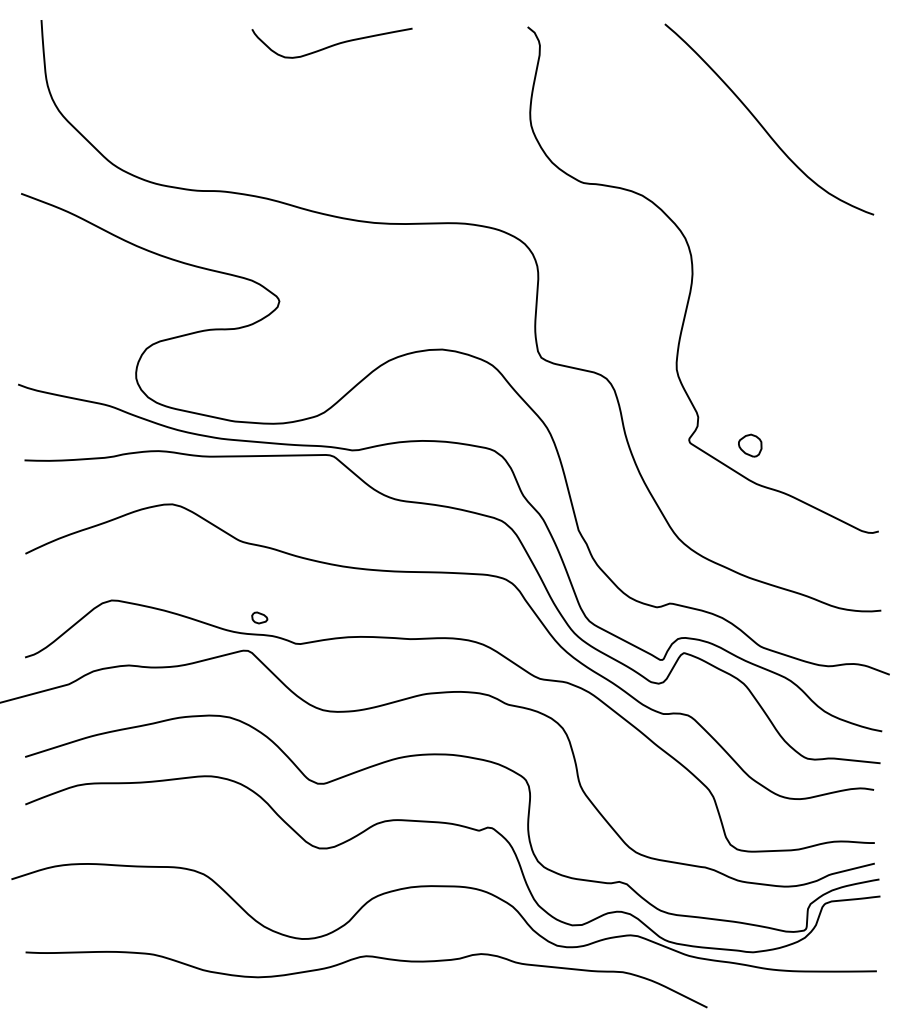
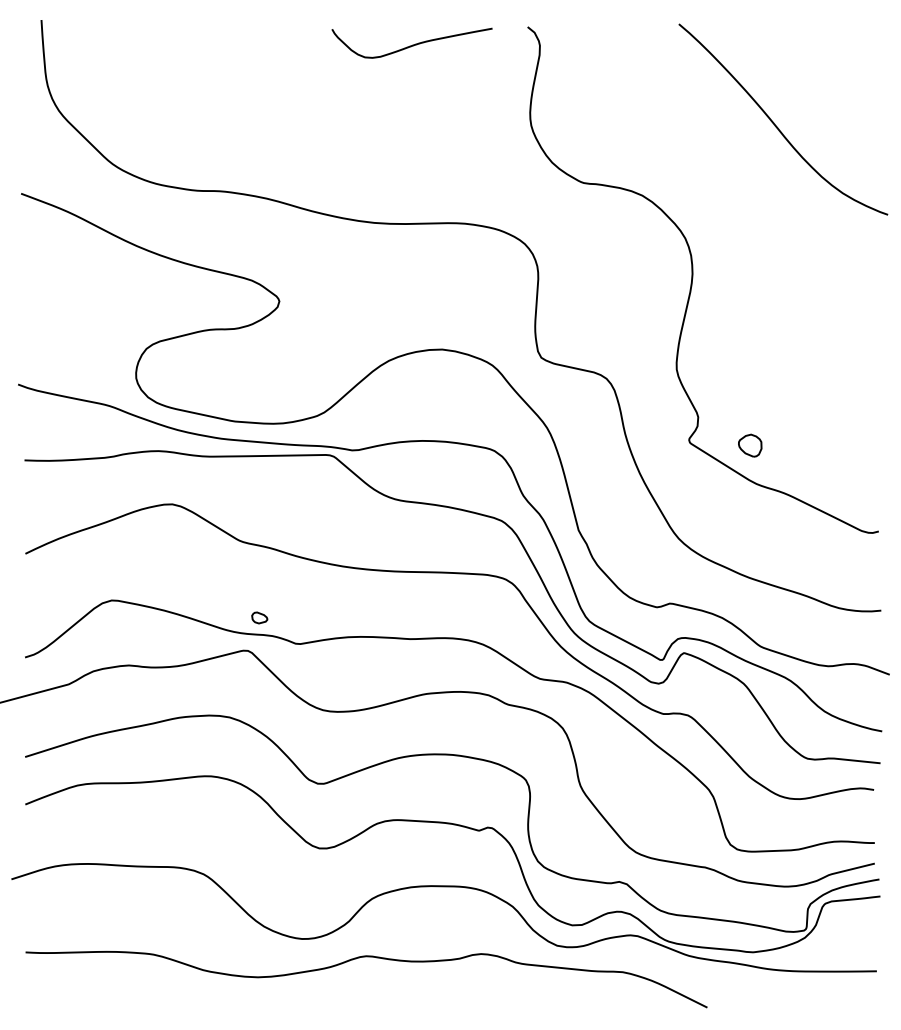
curve at (332, 44) position: (332, 44) -> (412, 44)
curve at (762, 125) position: (762, 125) -> (776, 125)
